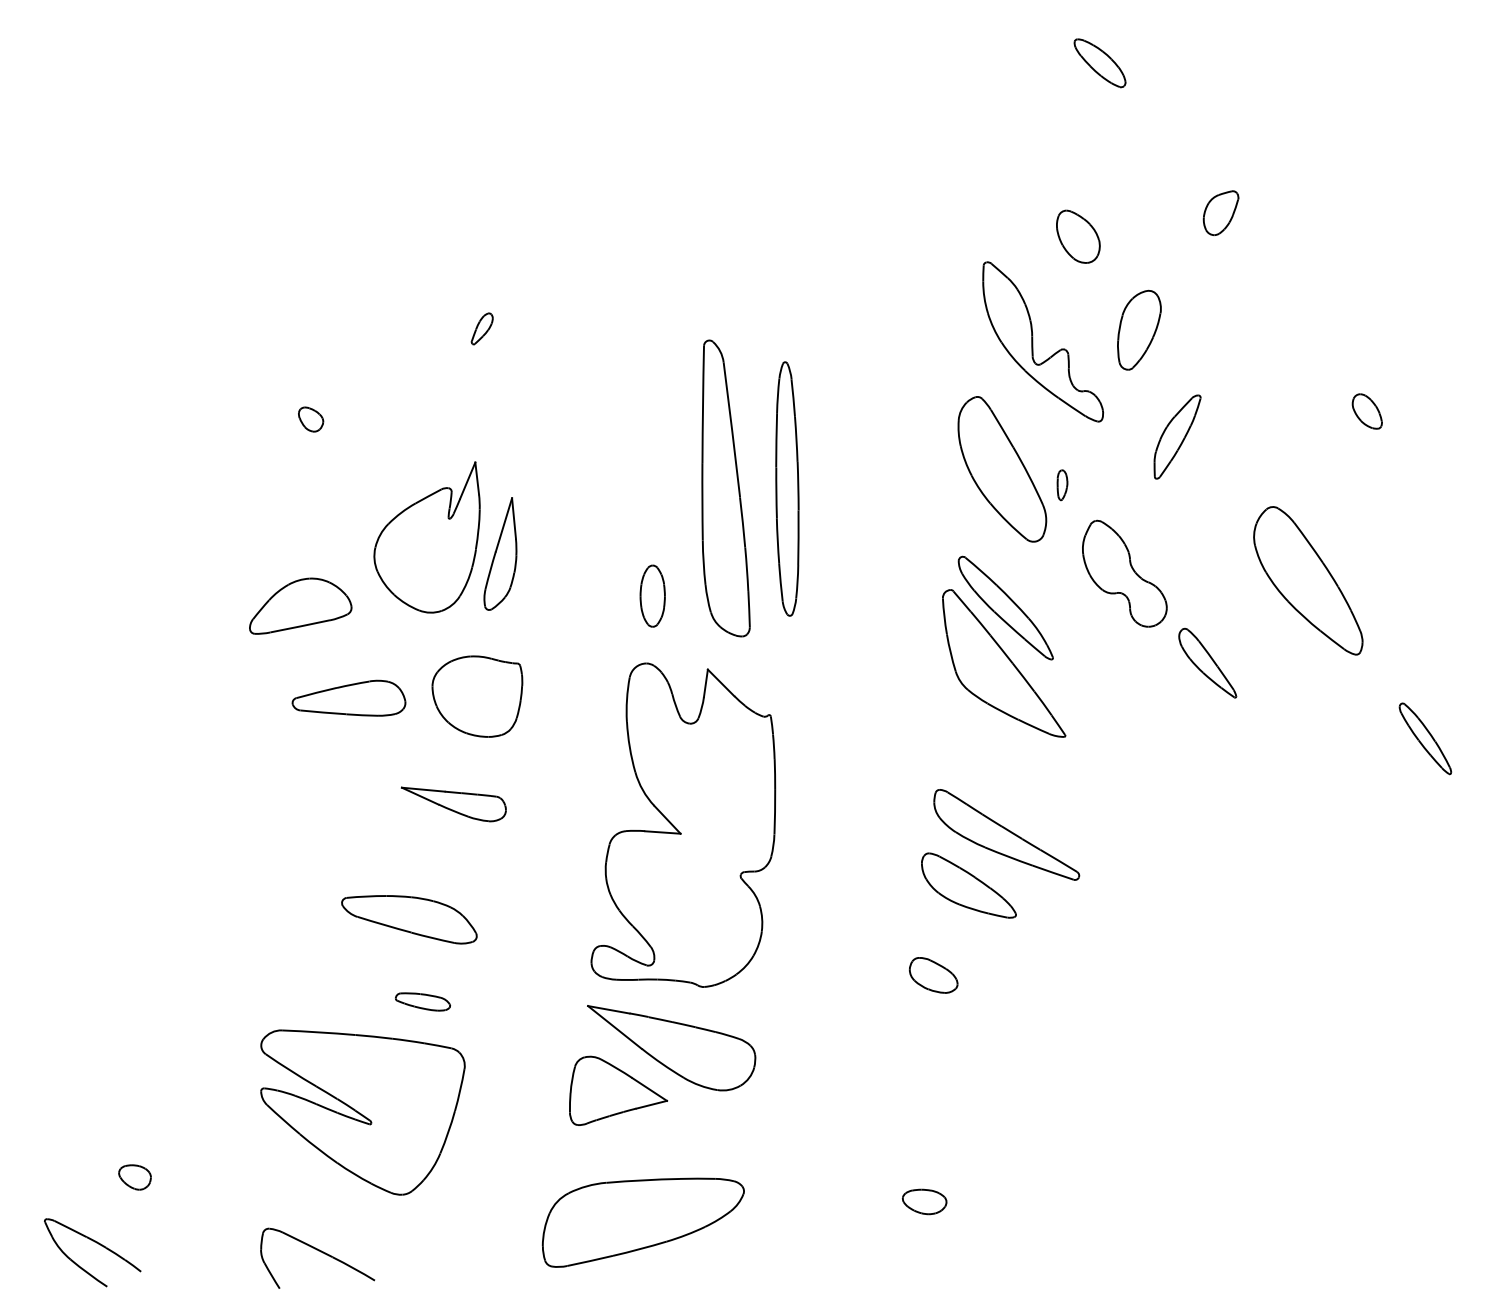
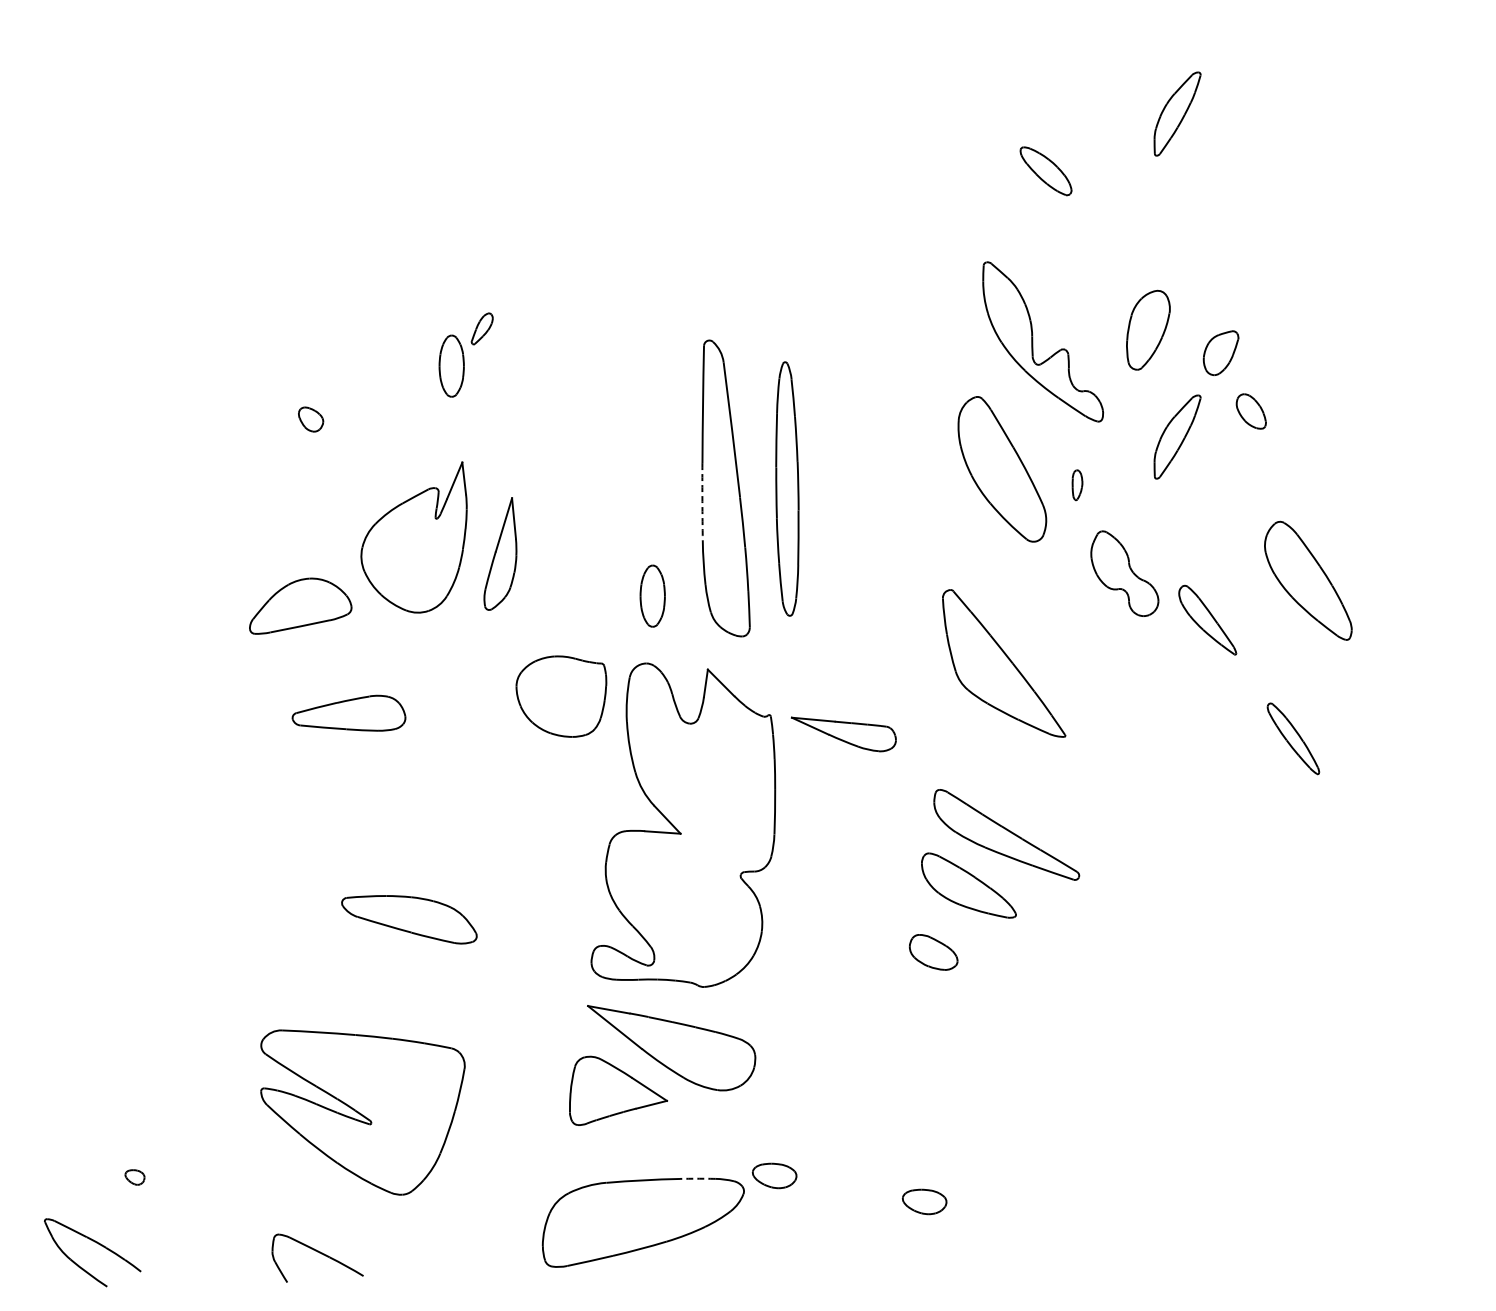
part at (1099, 63) position: (1099, 63) -> (1045, 171)
part at (1177, 113): none -> present
part at (1220, 212) position: (1220, 212) -> (1220, 352)
part at (1078, 236): present -> none
part at (1139, 329) position: (1139, 329) -> (1148, 329)
part at (451, 365): none -> present
part at (1366, 411) position: (1366, 411) -> (1250, 411)
part at (1062, 485) position: (1062, 485) -> (1077, 485)
arc at (702, 501): solid -> dashed
part at (426, 537) position: (426, 537) -> (413, 537)
part at (1124, 573) size: 86x109 px -> 70x87 px
part at (1308, 580) size: 111x150 px -> 89x121 px
part at (1005, 607): present -> none
part at (1207, 662) position: (1207, 662) -> (1207, 619)
part at (477, 696) position: (477, 696) -> (561, 696)
part at (348, 697) position: (348, 697) -> (348, 712)
part at (1425, 738) position: (1425, 738) -> (1293, 738)
part at (453, 804) position: (453, 804) -> (843, 734)
part at (933, 975) position: (933, 975) -> (933, 952)
part at (422, 1001): present -> none
part at (774, 1175): none -> present
part at (134, 1177) size: 34x27 px -> 22x17 px
arc at (697, 1178): solid -> dashed
part at (317, 1257) size: 116x62 px -> 93x50 px
